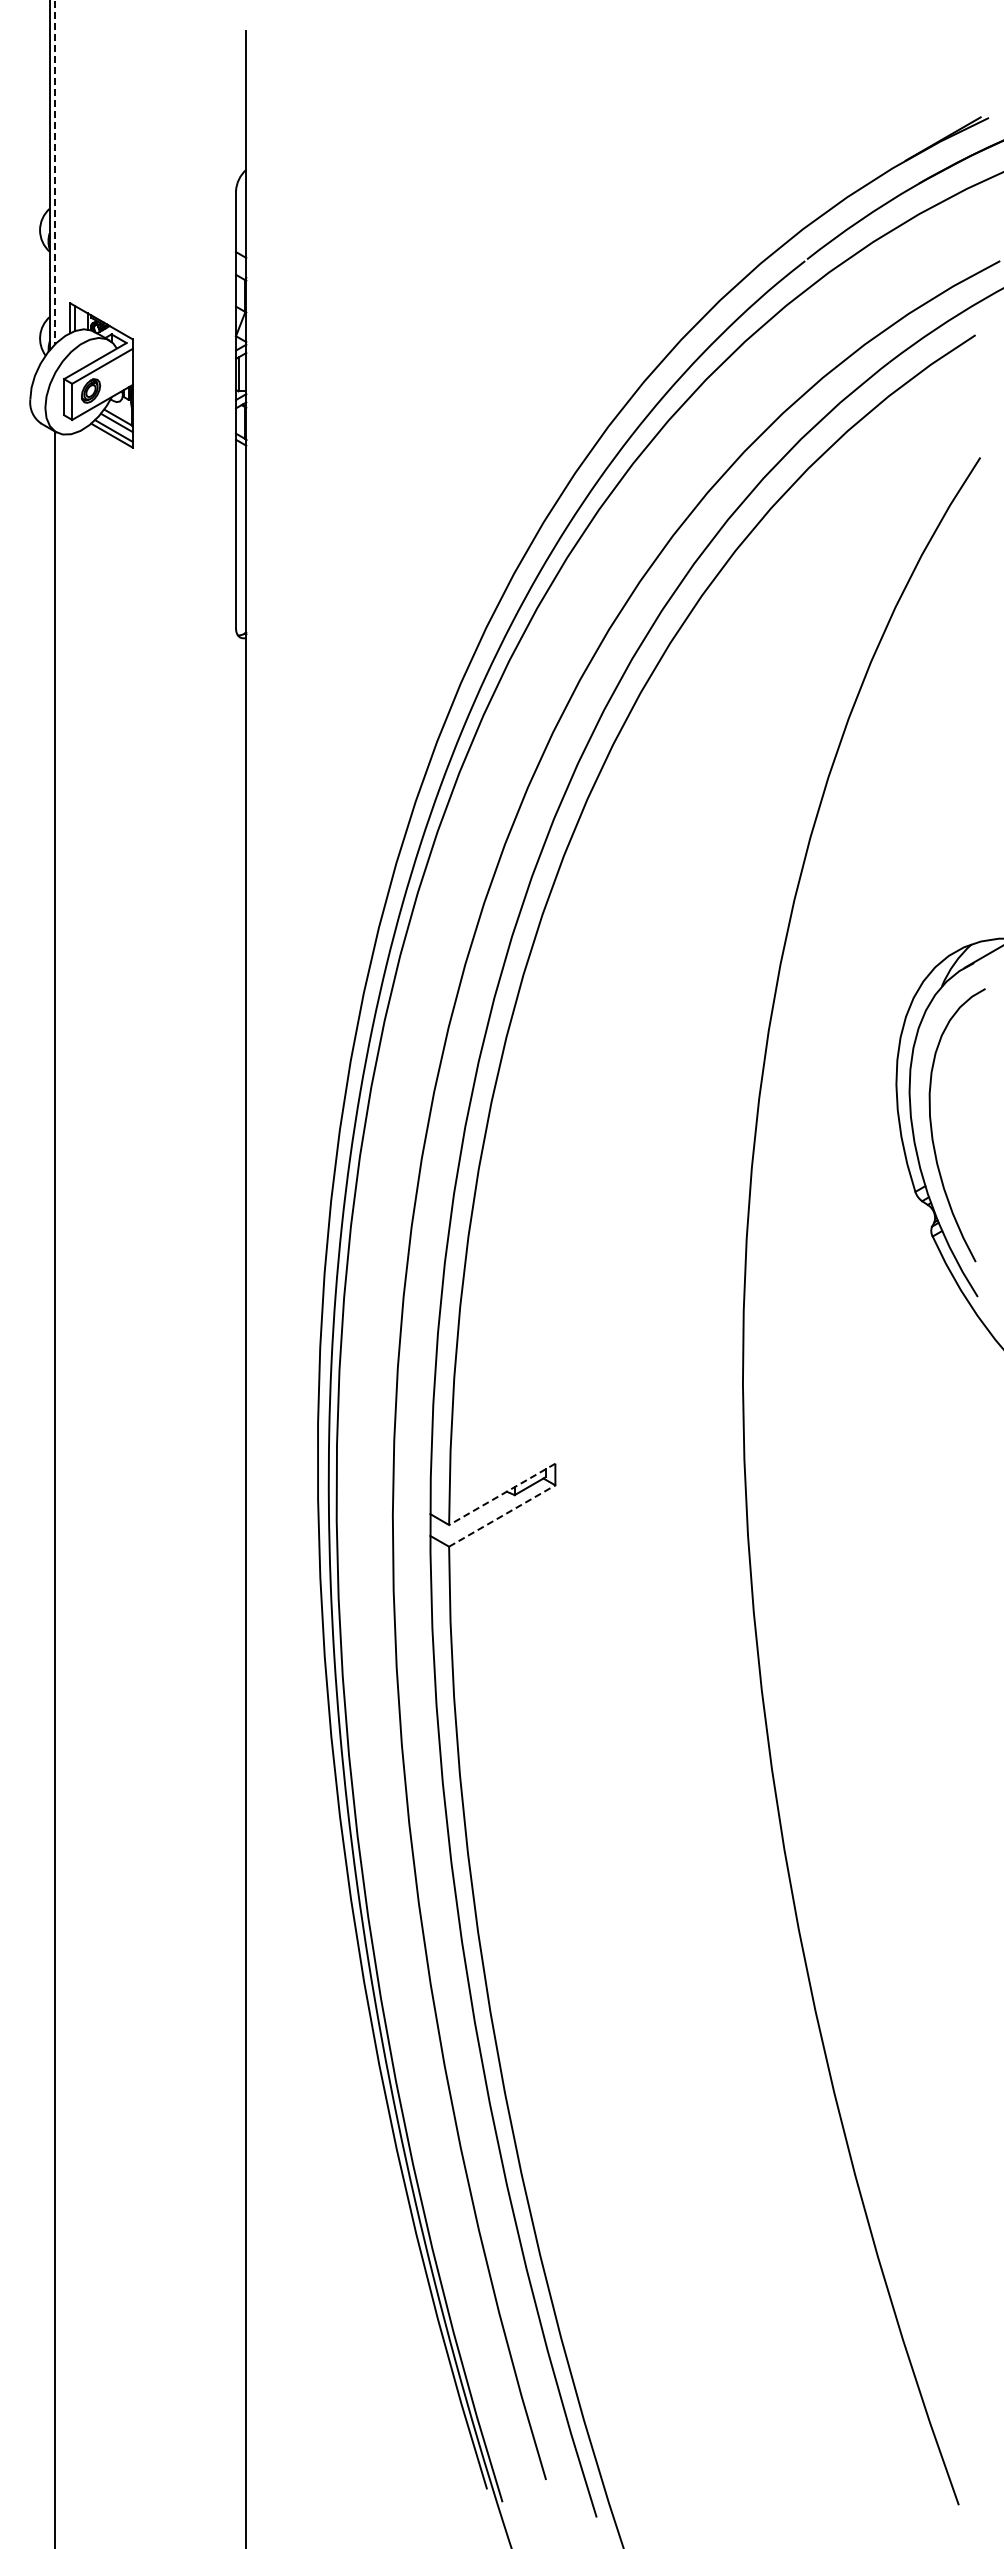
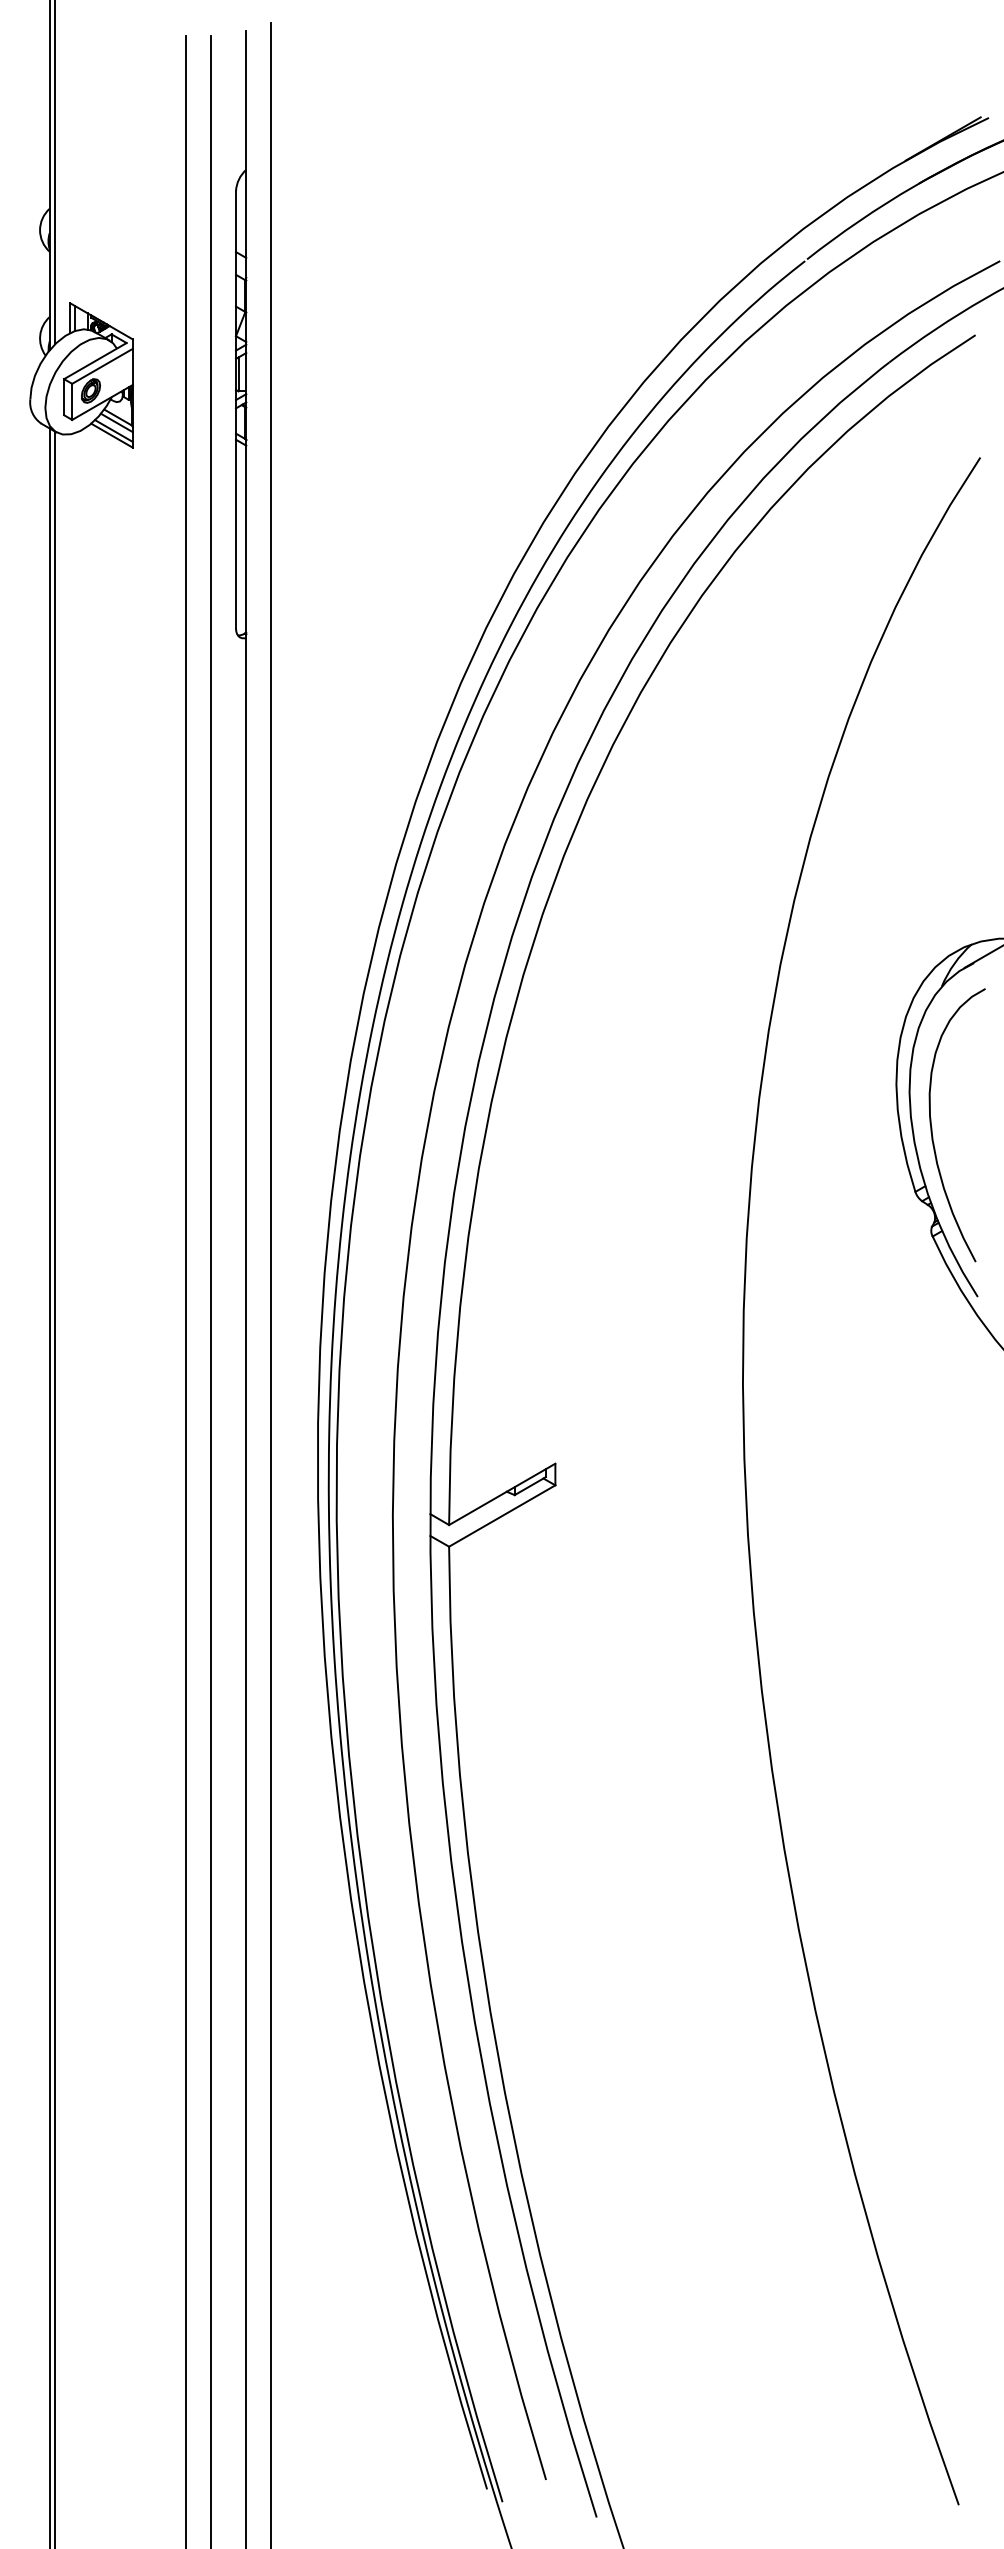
line at (55, 172): dashed -> solid
line at (270, 1284): none -> present
line at (185, 1290): none -> present
line at (211, 1290): none -> present
line at (49, 1486): none -> present
line at (501, 1494): dashed -> solid
line at (502, 1515): dashed -> solid
